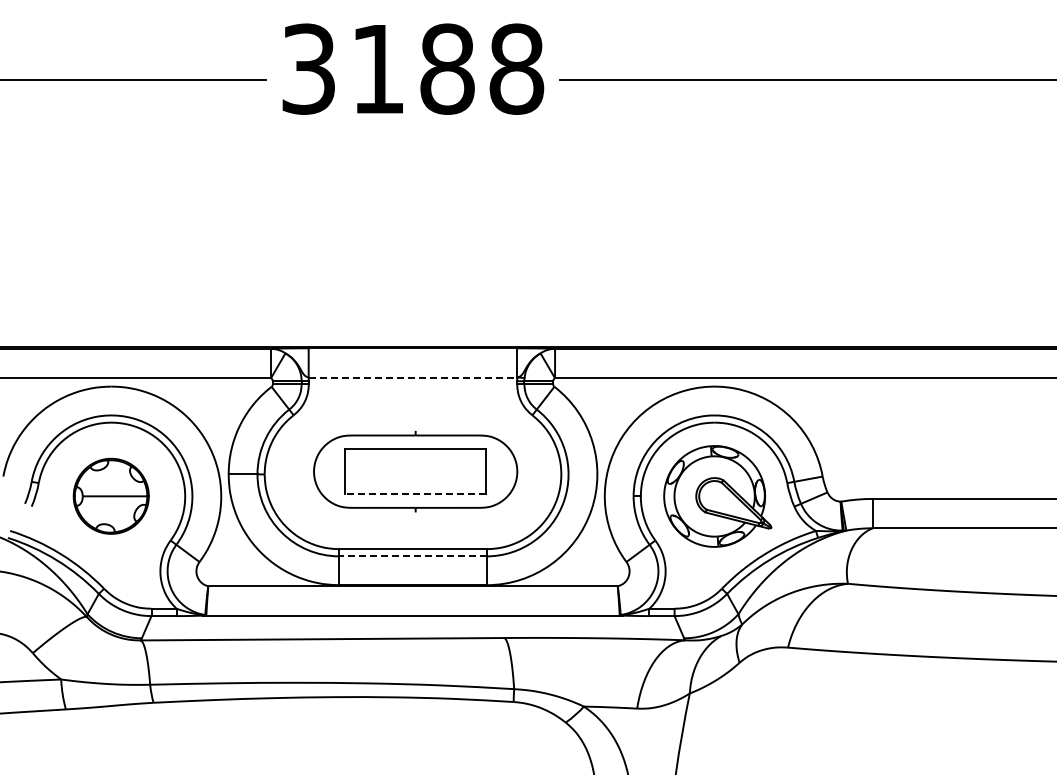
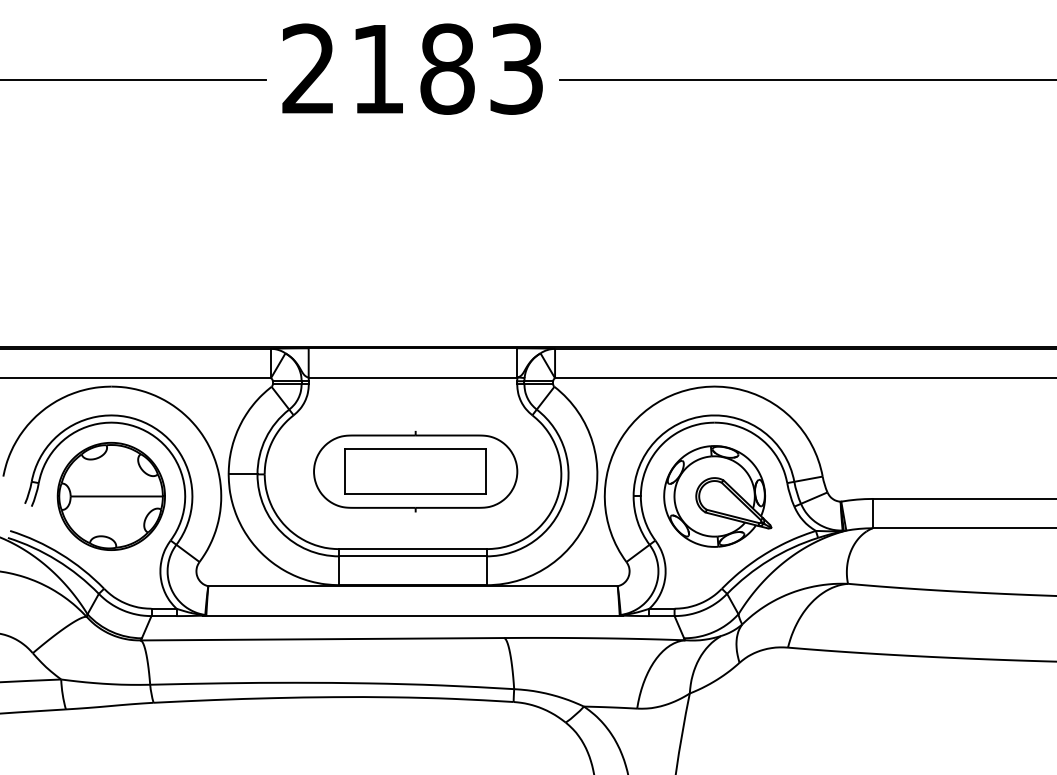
text at (413, 68): 3188 -> 2183
line at (413, 377): dashed -> solid
line at (415, 494): dashed -> solid
part at (110, 495) size: 78x78 px -> 110x110 px
line at (413, 556): dashed -> solid
